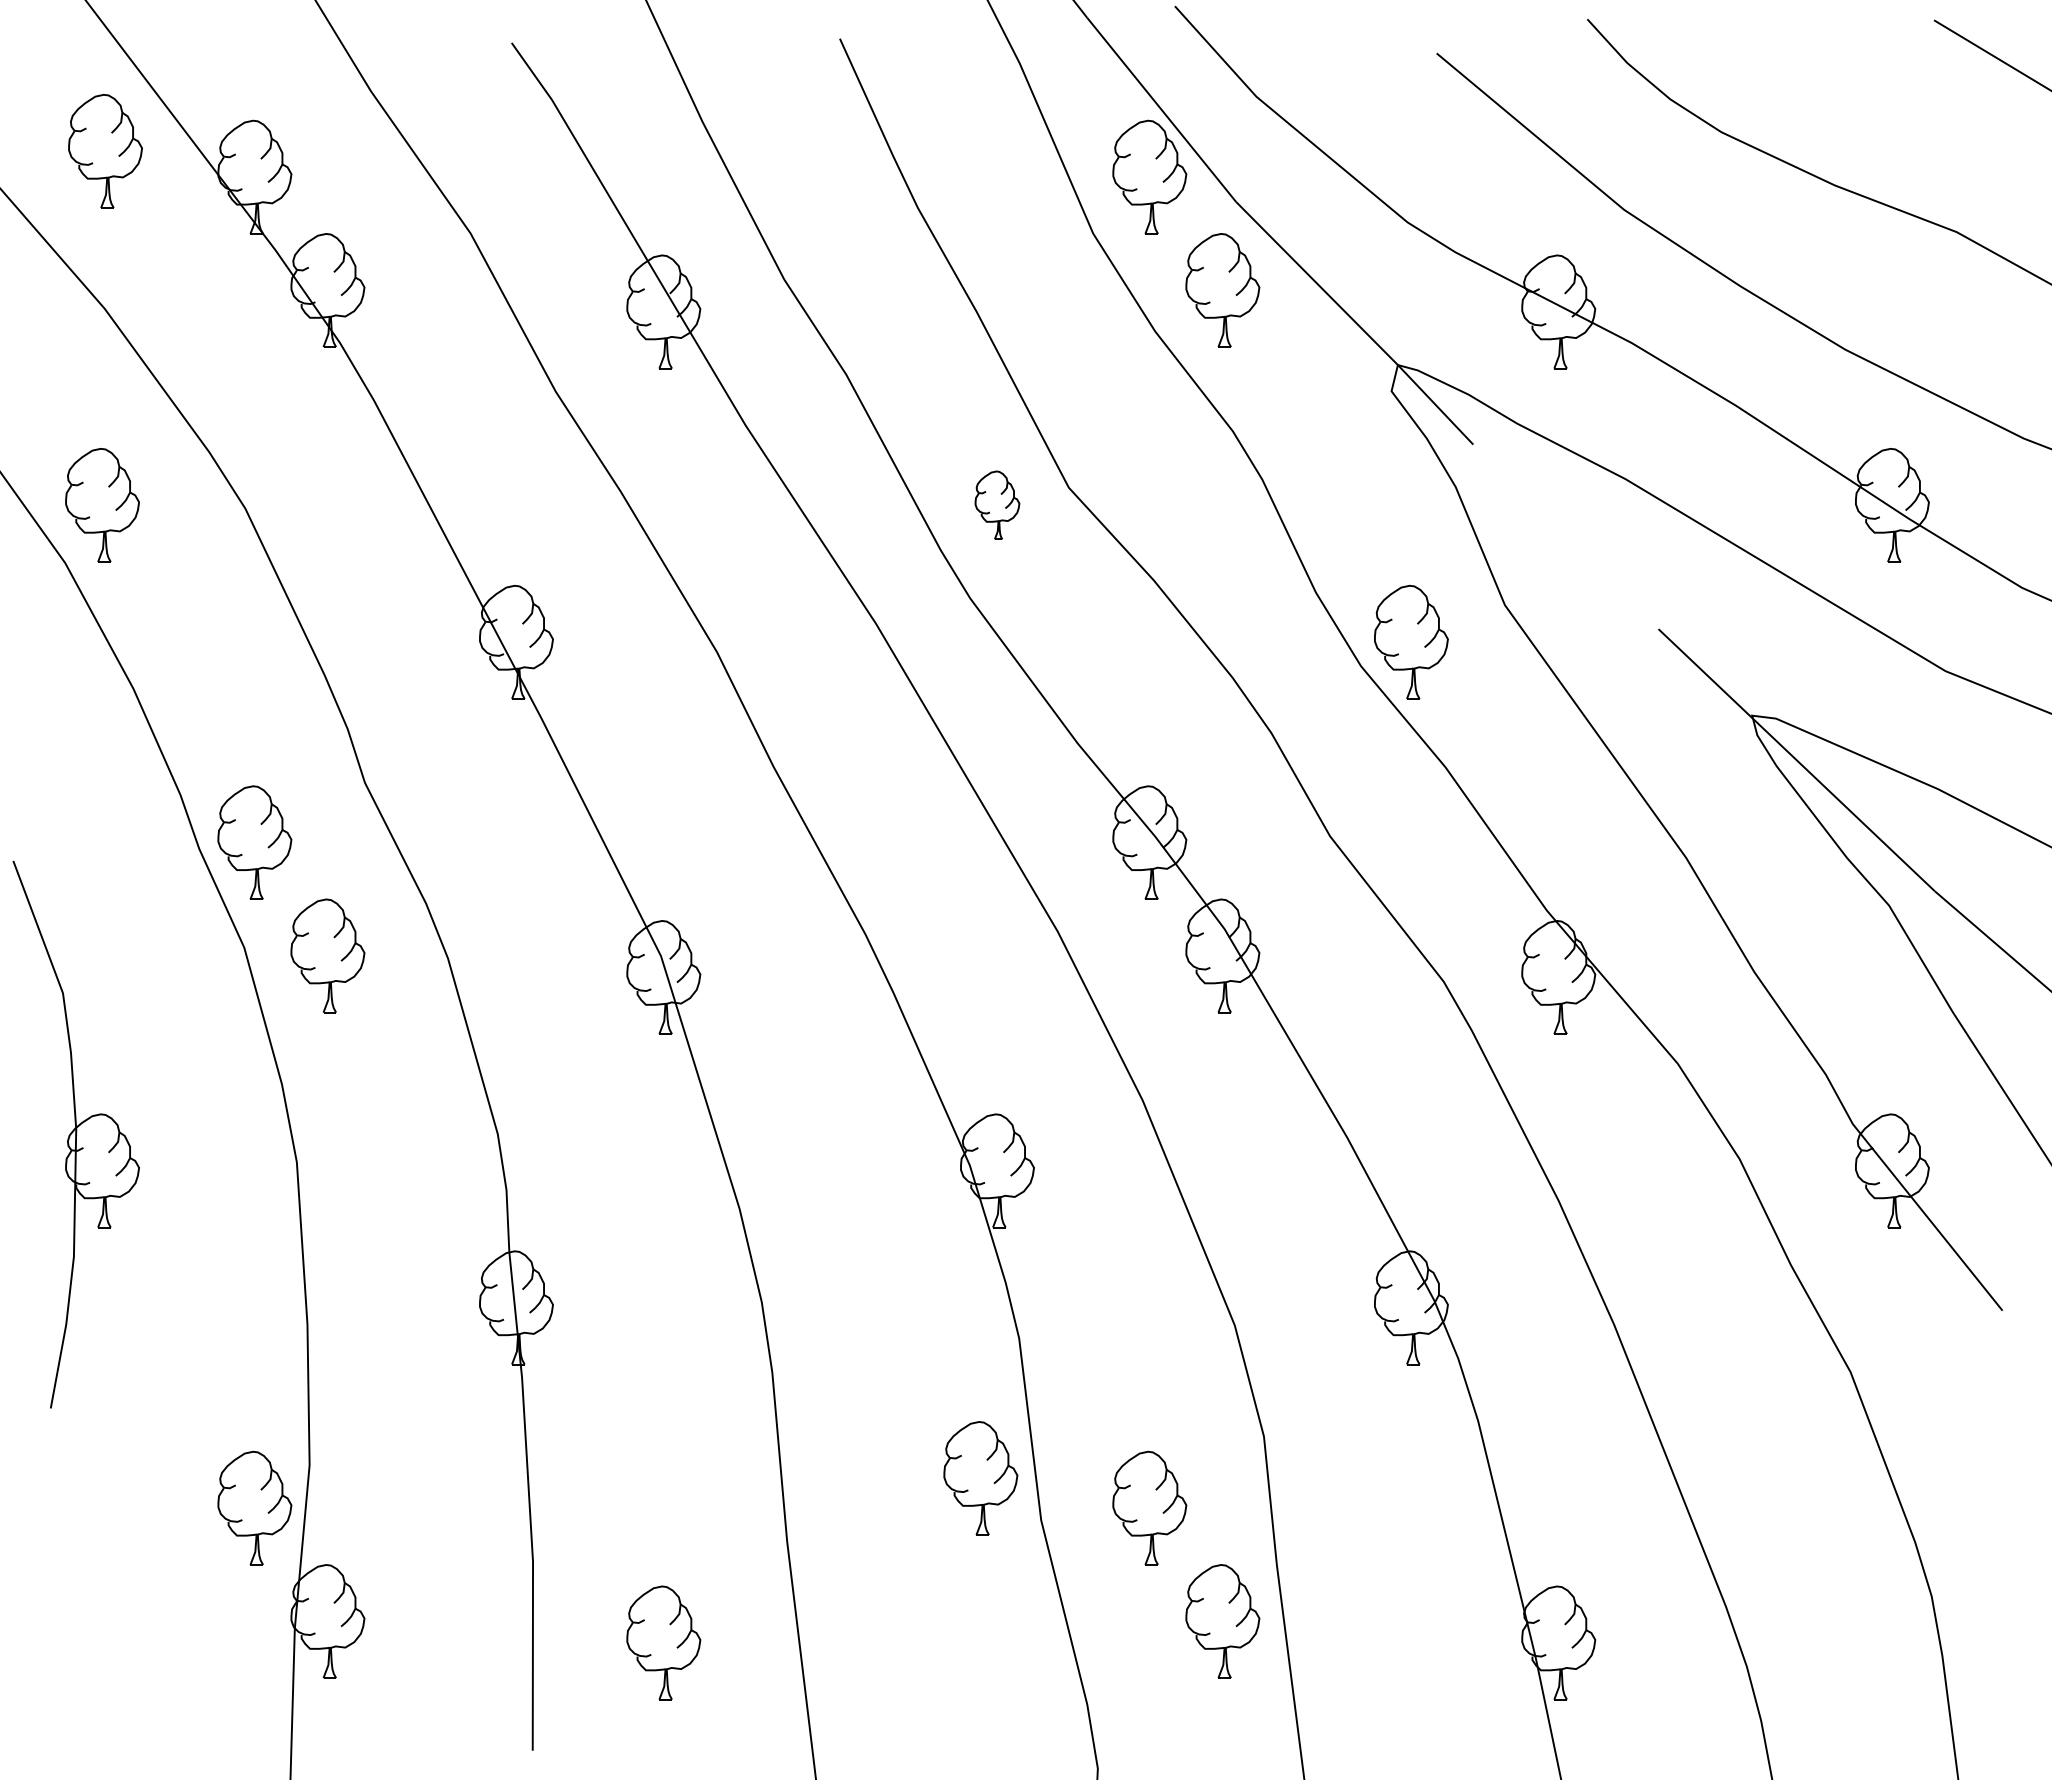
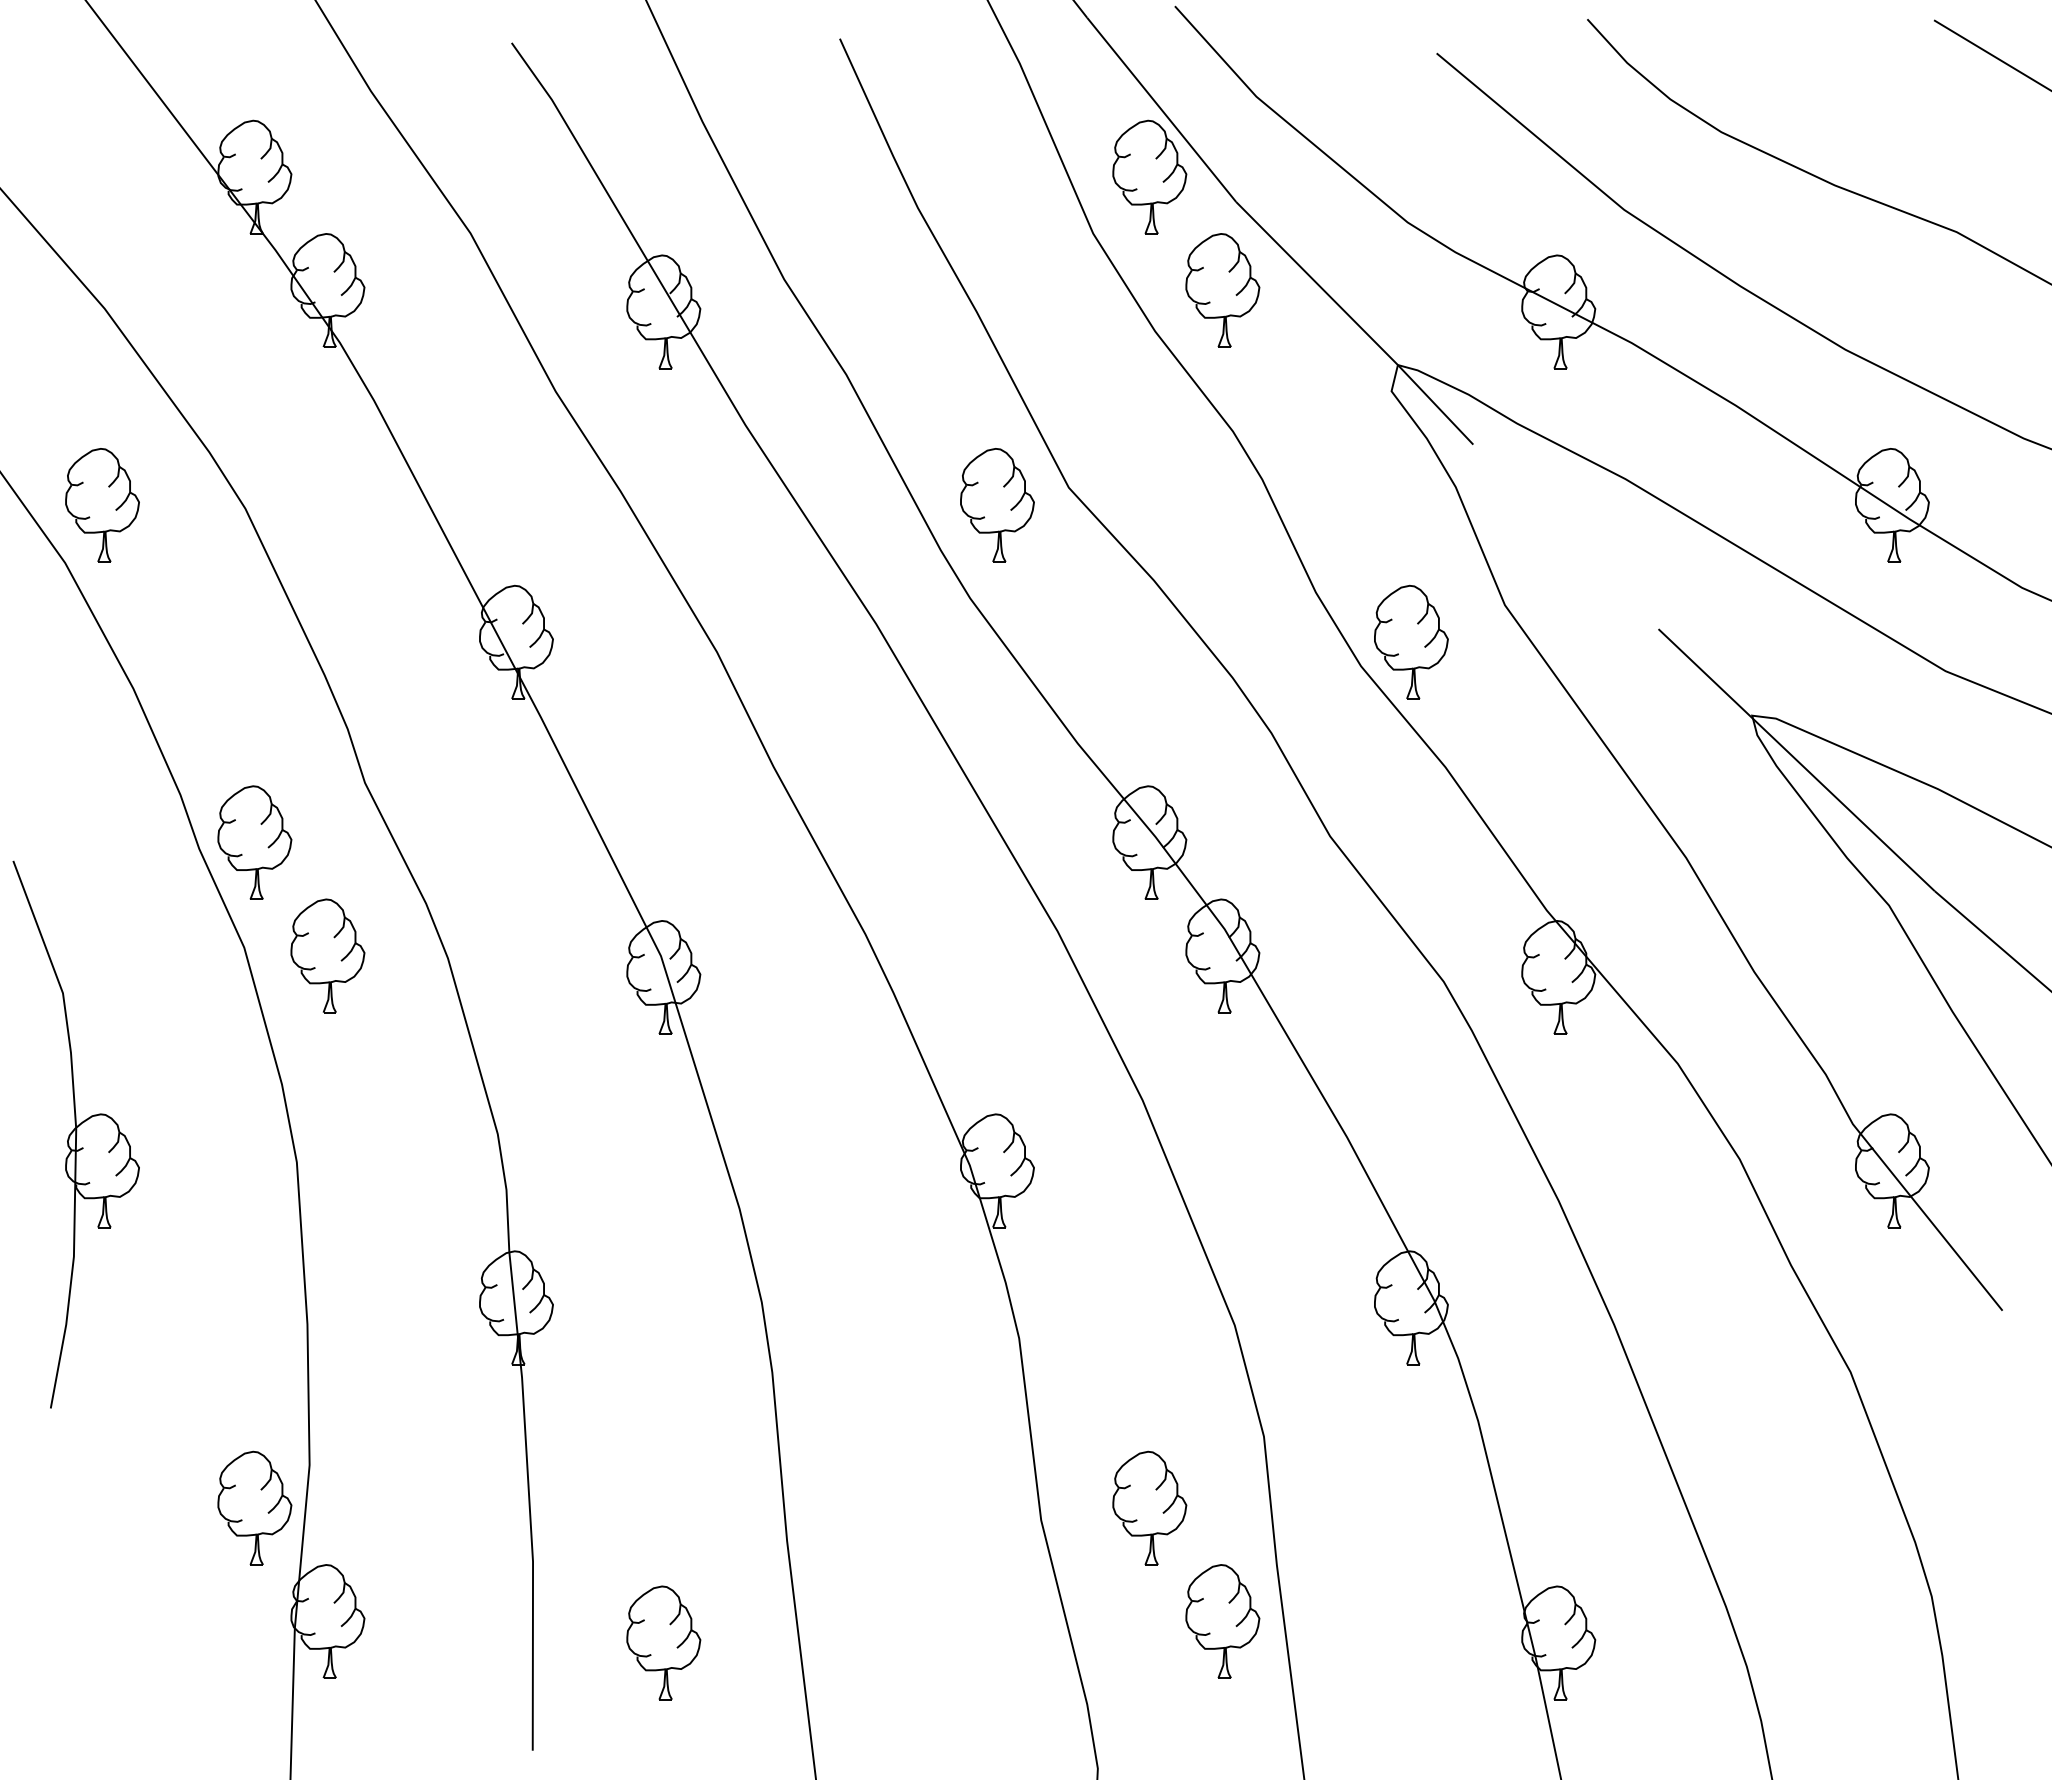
part at (105, 151): present -> none
part at (997, 504) size: 47x70 px -> 75x115 px
part at (980, 1478): present -> none
